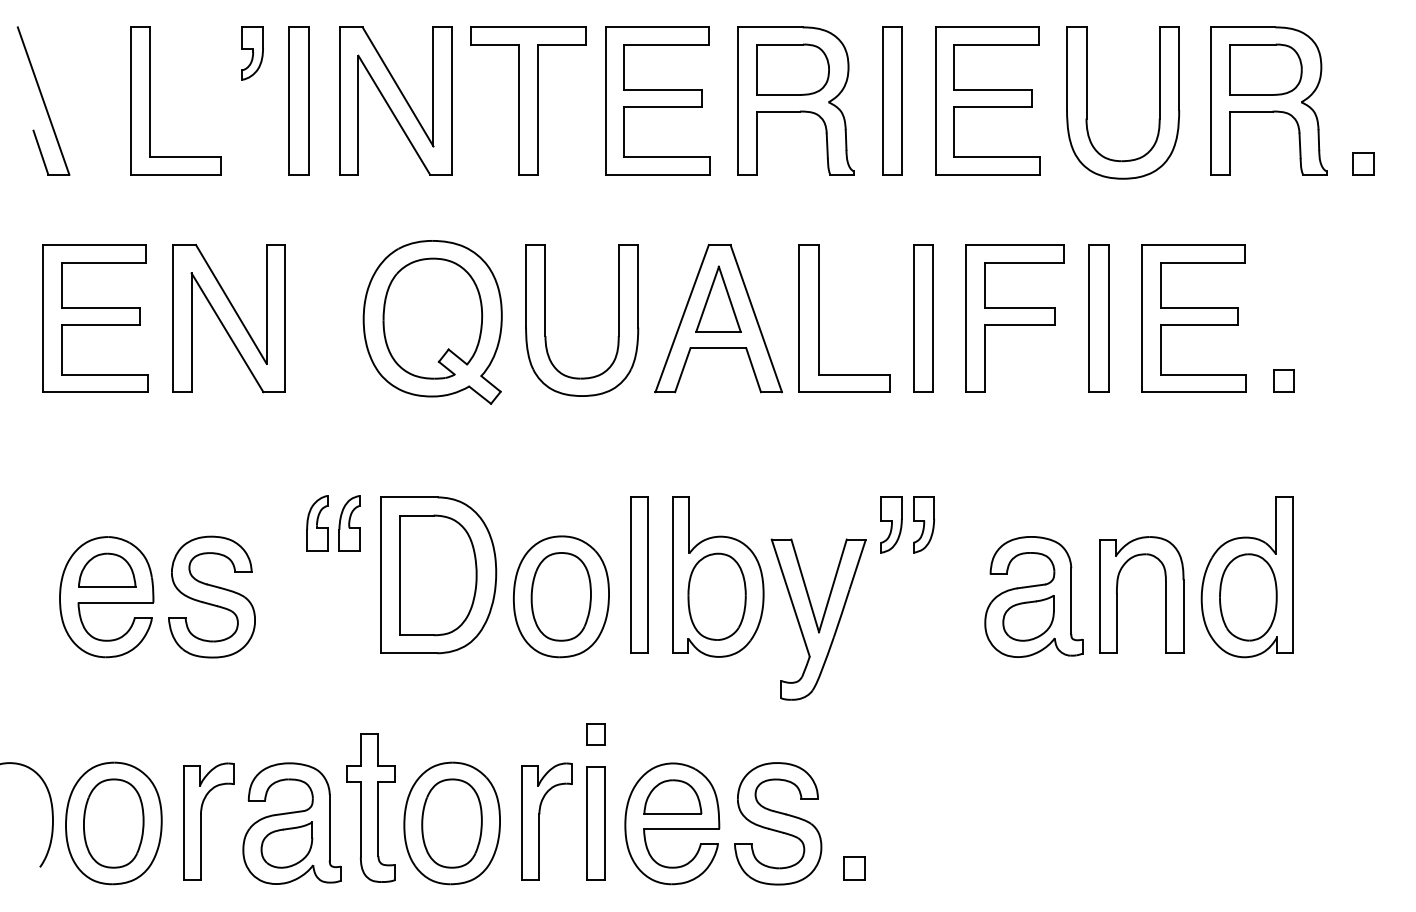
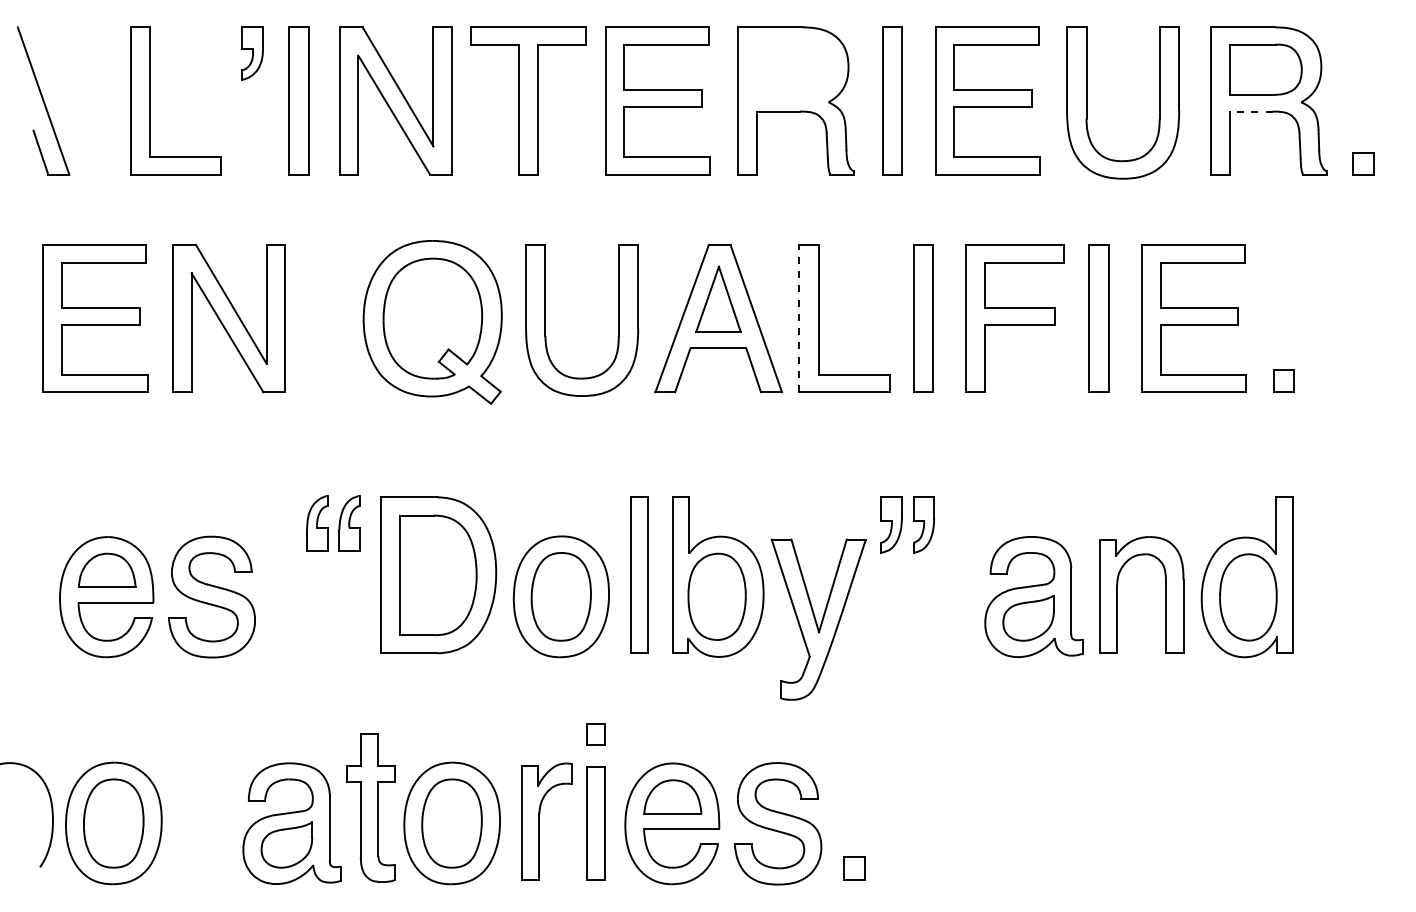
part at (792, 69): present -> none
line at (1250, 111): solid -> dashed
line at (799, 318): solid -> dashed
part at (201, 821): present -> none
